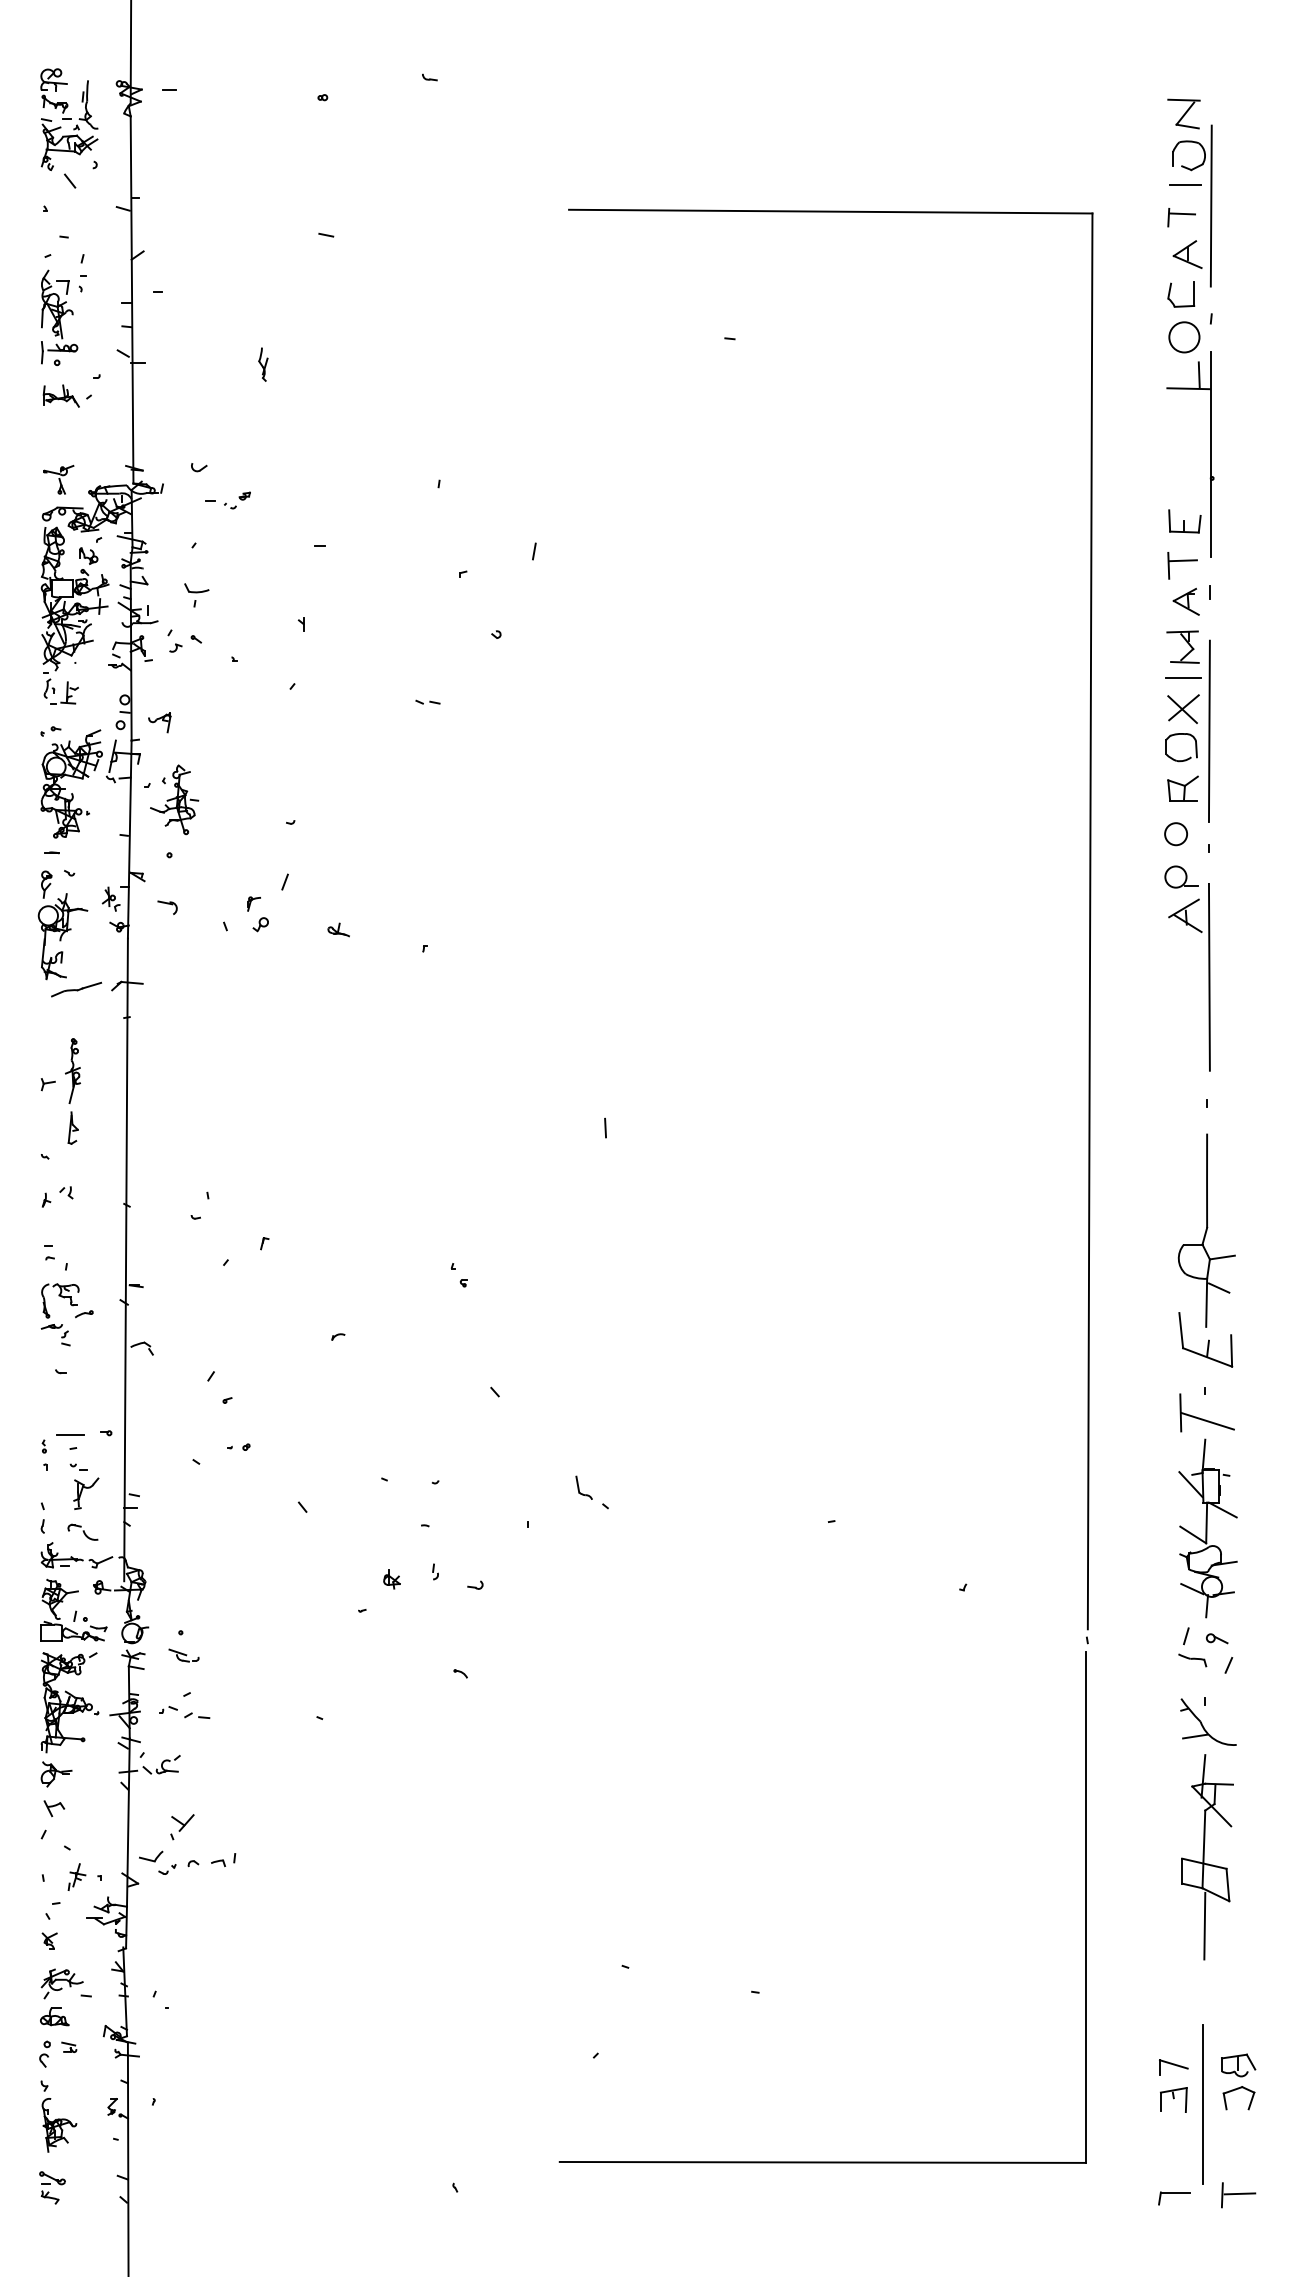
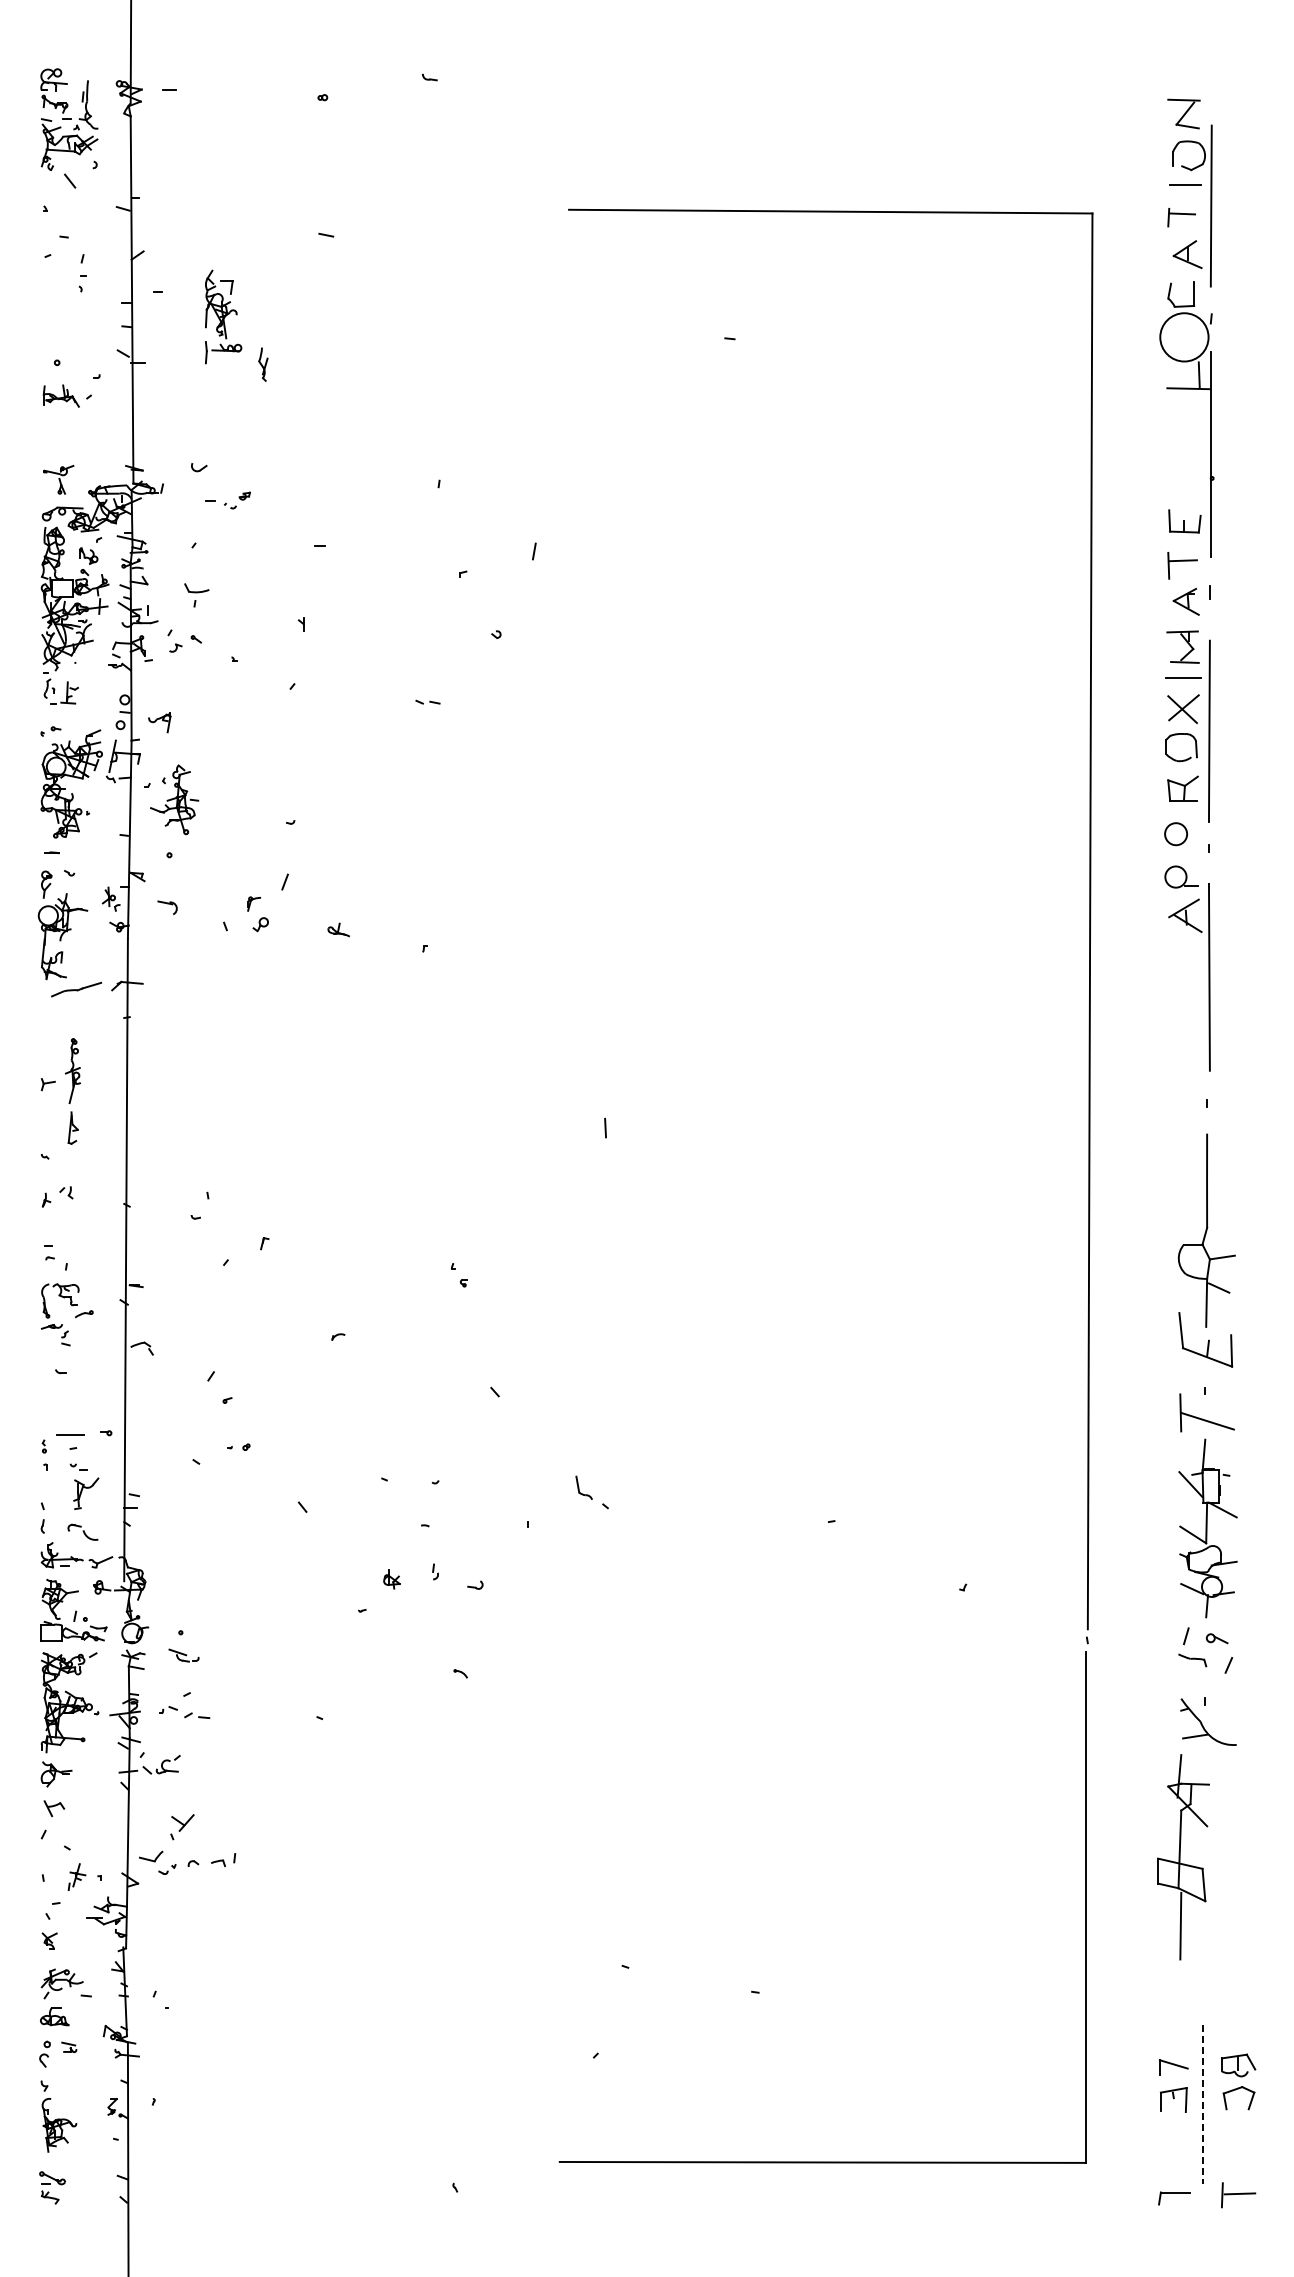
part at (59, 316) position: (59, 316) -> (223, 316)
circle at (1184, 337) diameter: 30 px -> 48 px
part at (1207, 1857) position: (1207, 1857) -> (1183, 1857)
line at (1203, 2104): solid -> dashed
